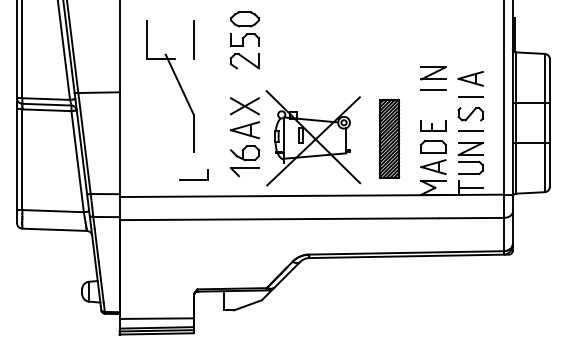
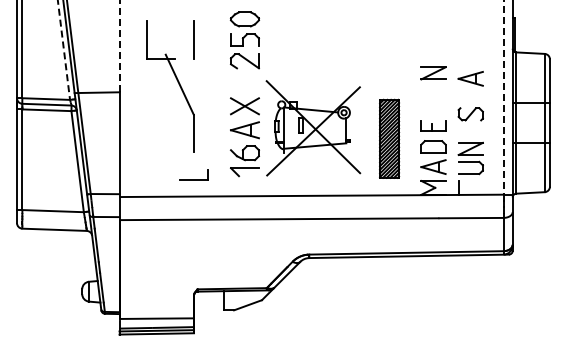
line at (119, 46): solid -> dashed
line at (63, 50): solid -> dashed
line at (433, 90): present -> none
line at (470, 96): present -> none
line at (503, 97): solid -> dashed
line at (470, 131): present -> none
part at (313, 138) position: (313, 138) -> (313, 128)
line at (470, 187): present -> none
